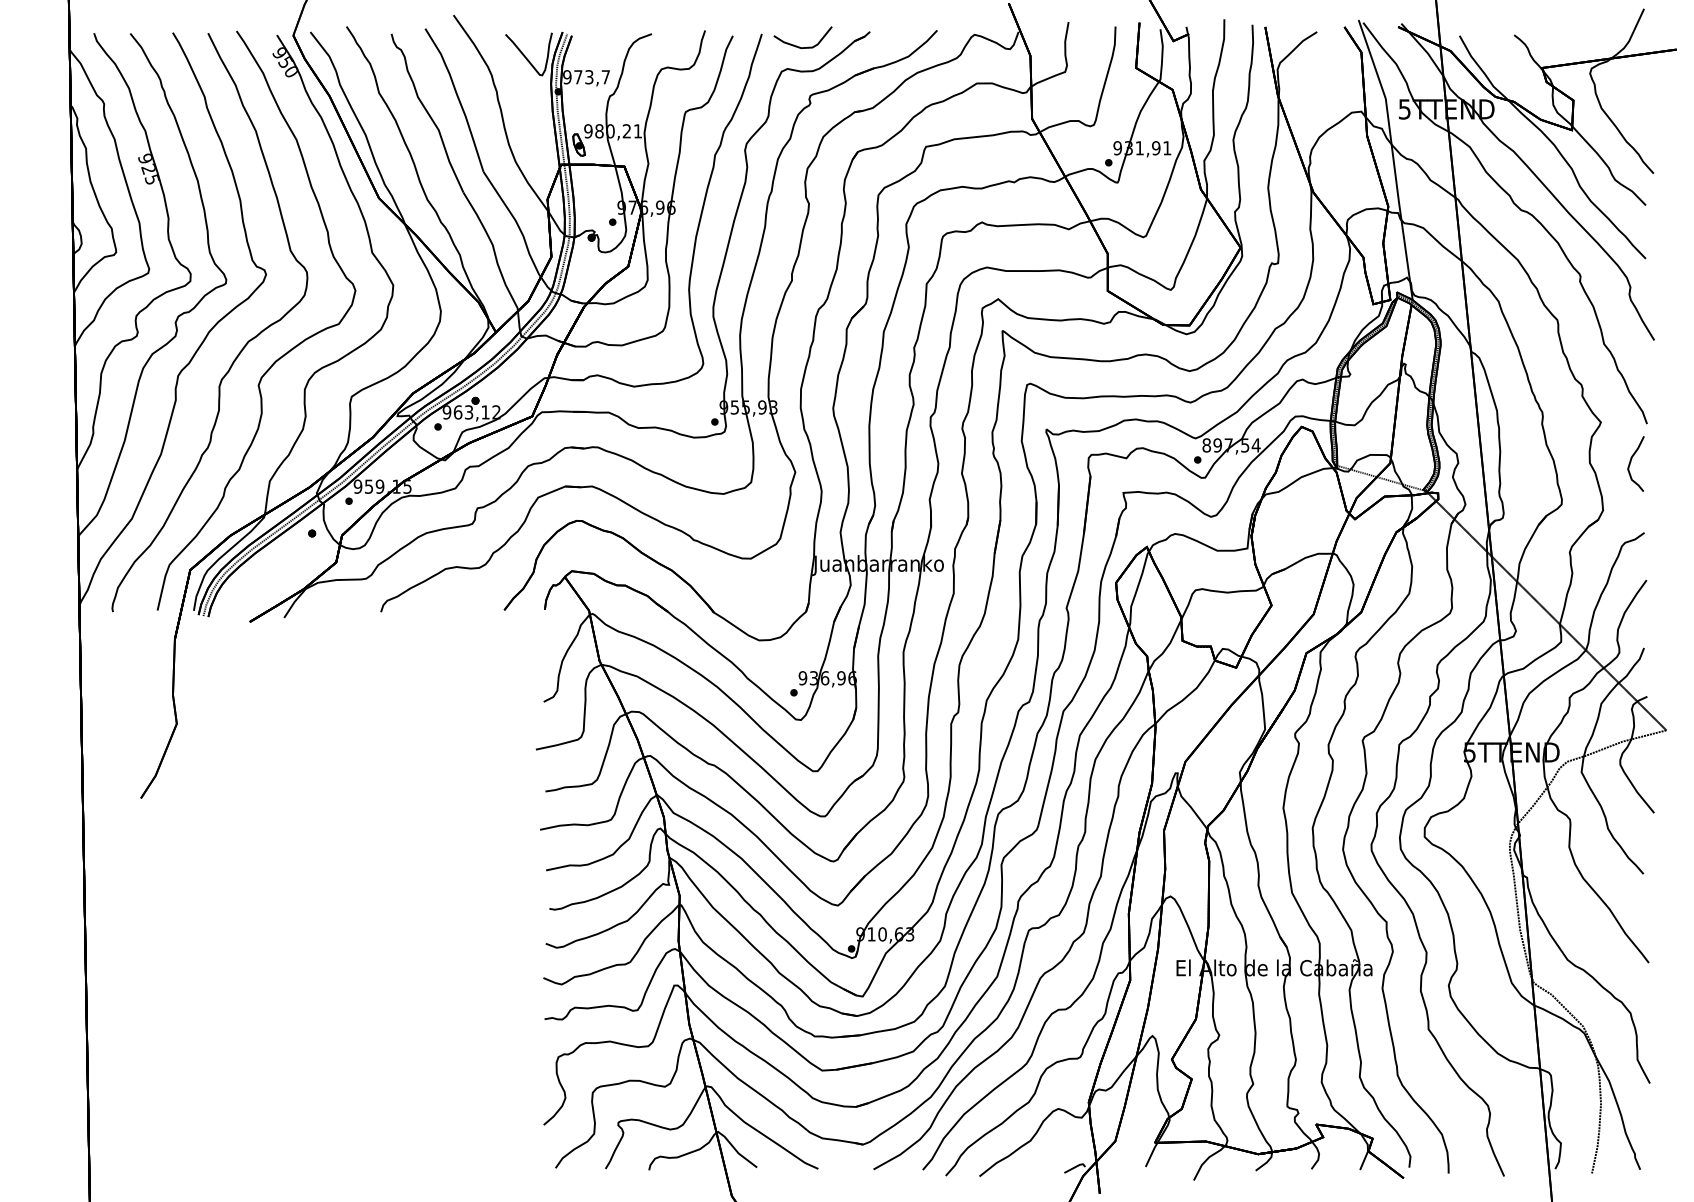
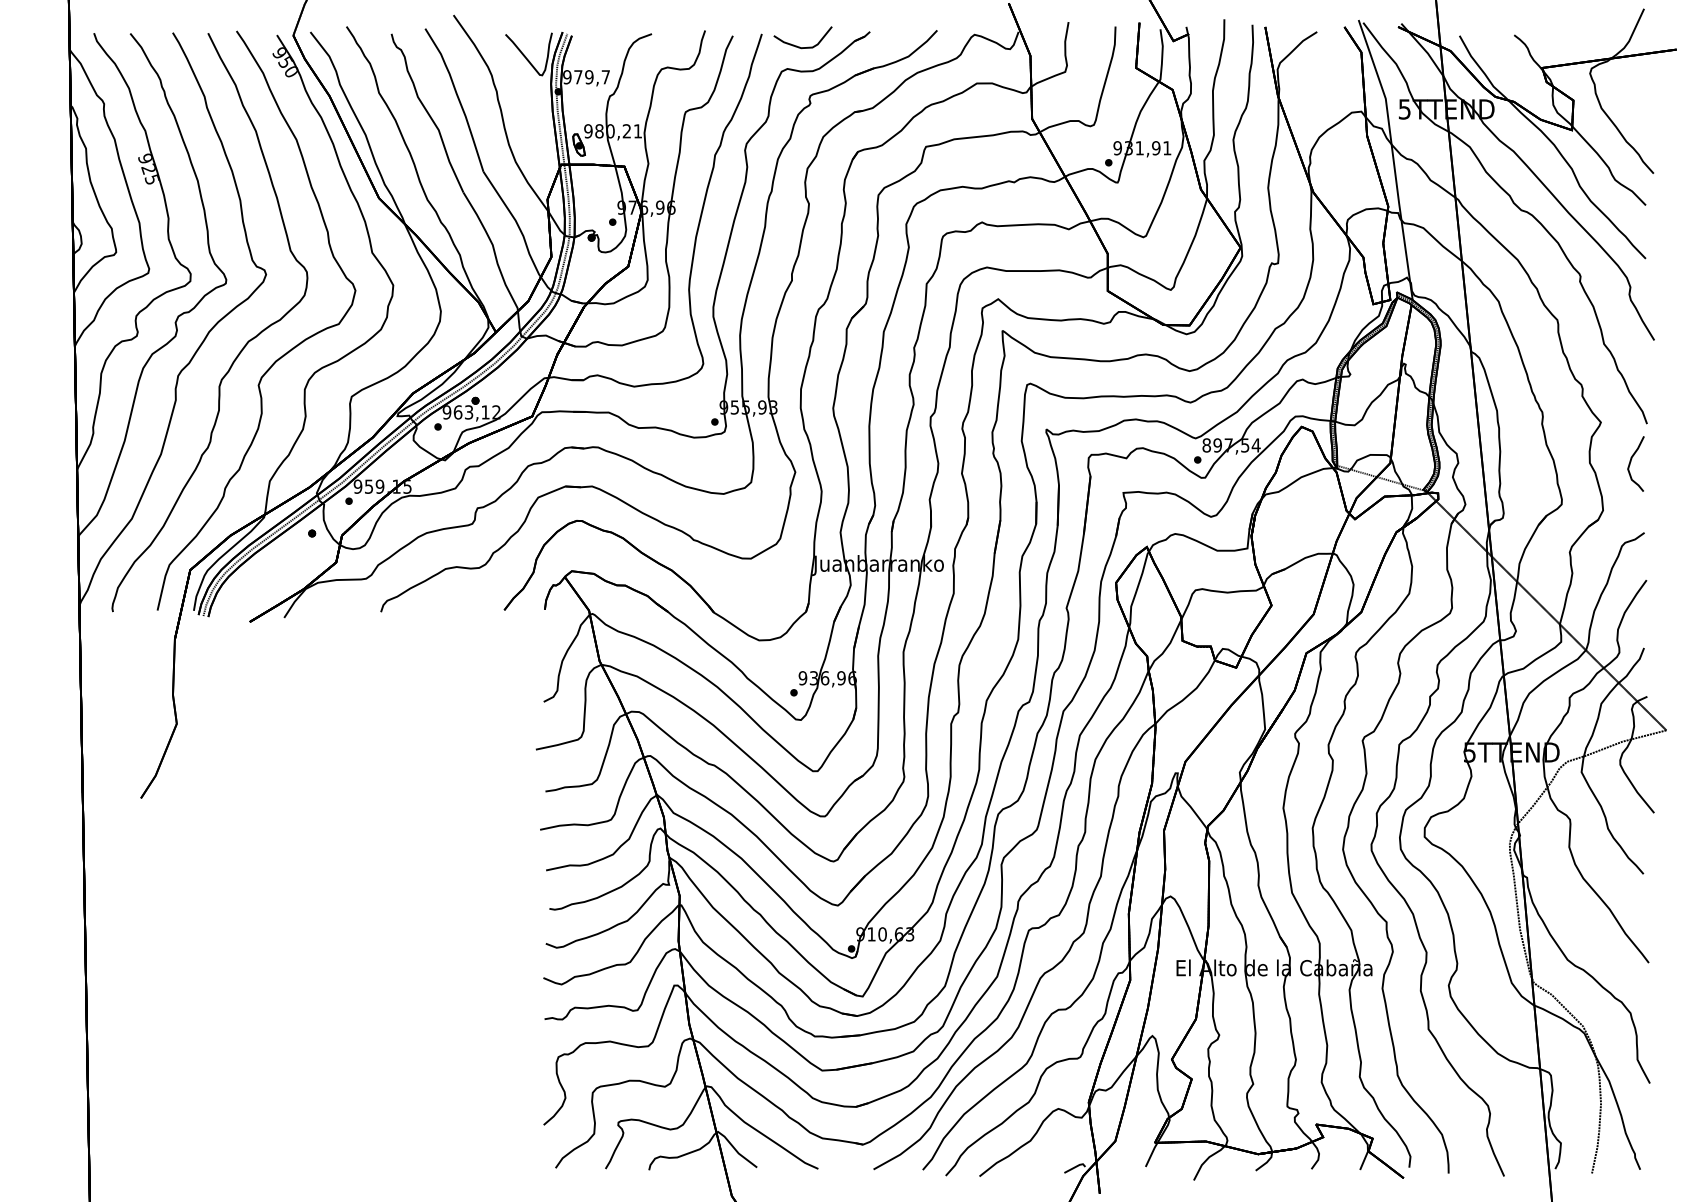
text at (589, 77): 973,7 -> 979,7
